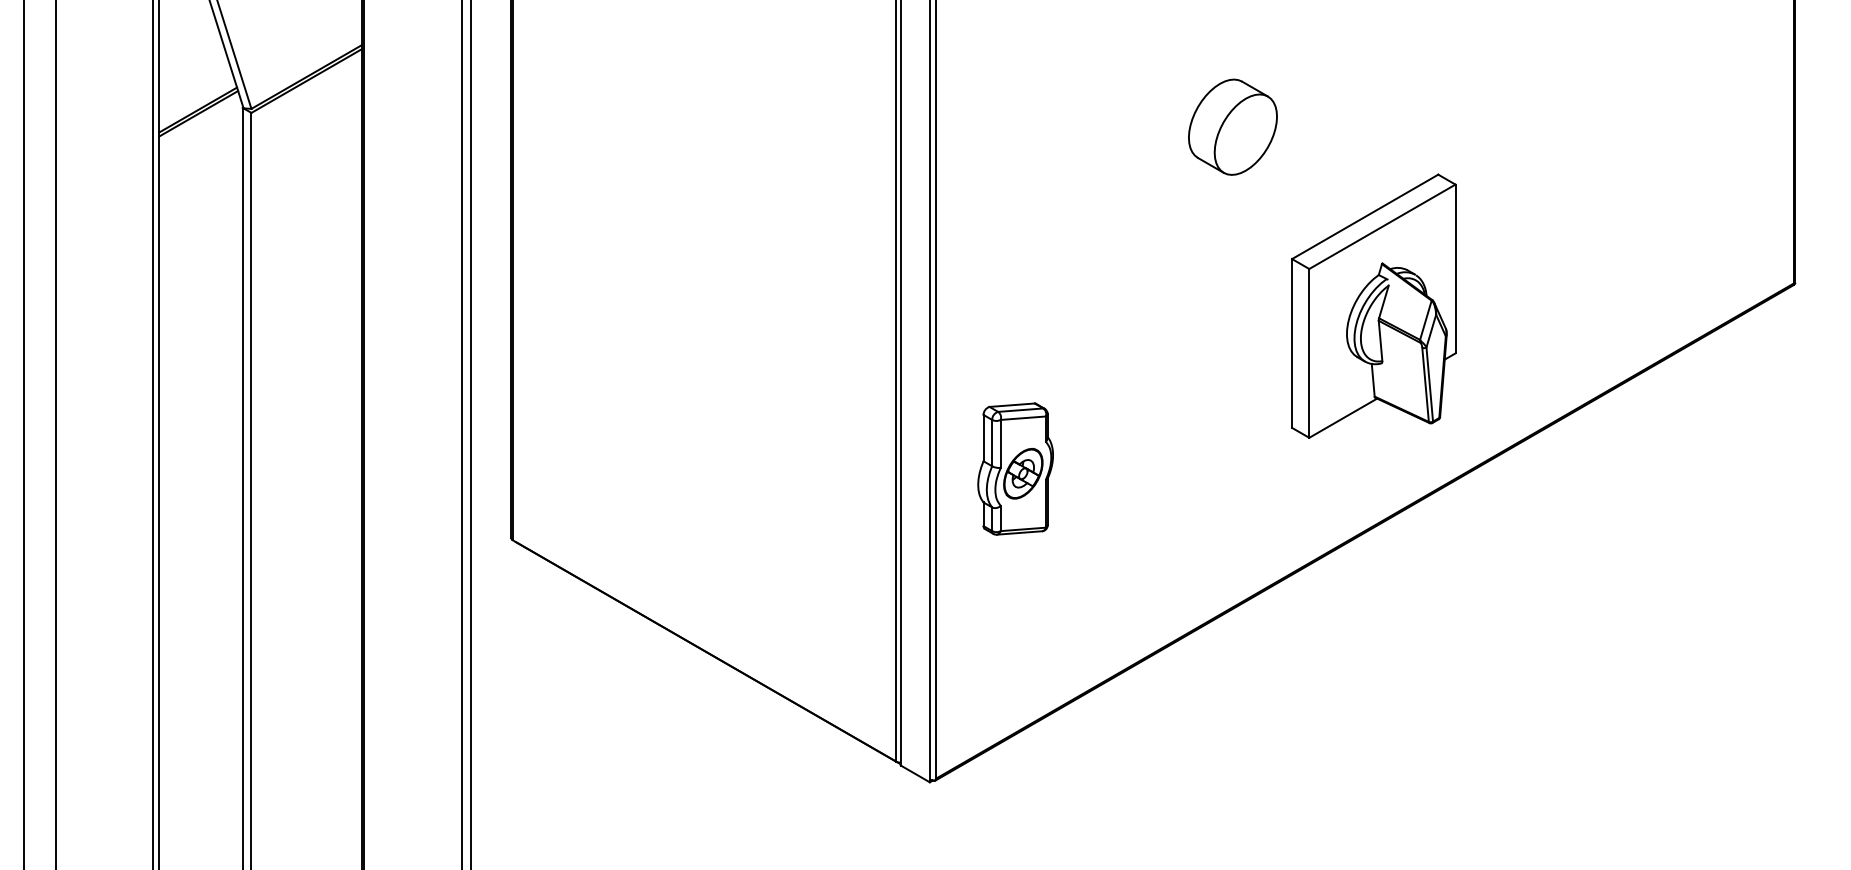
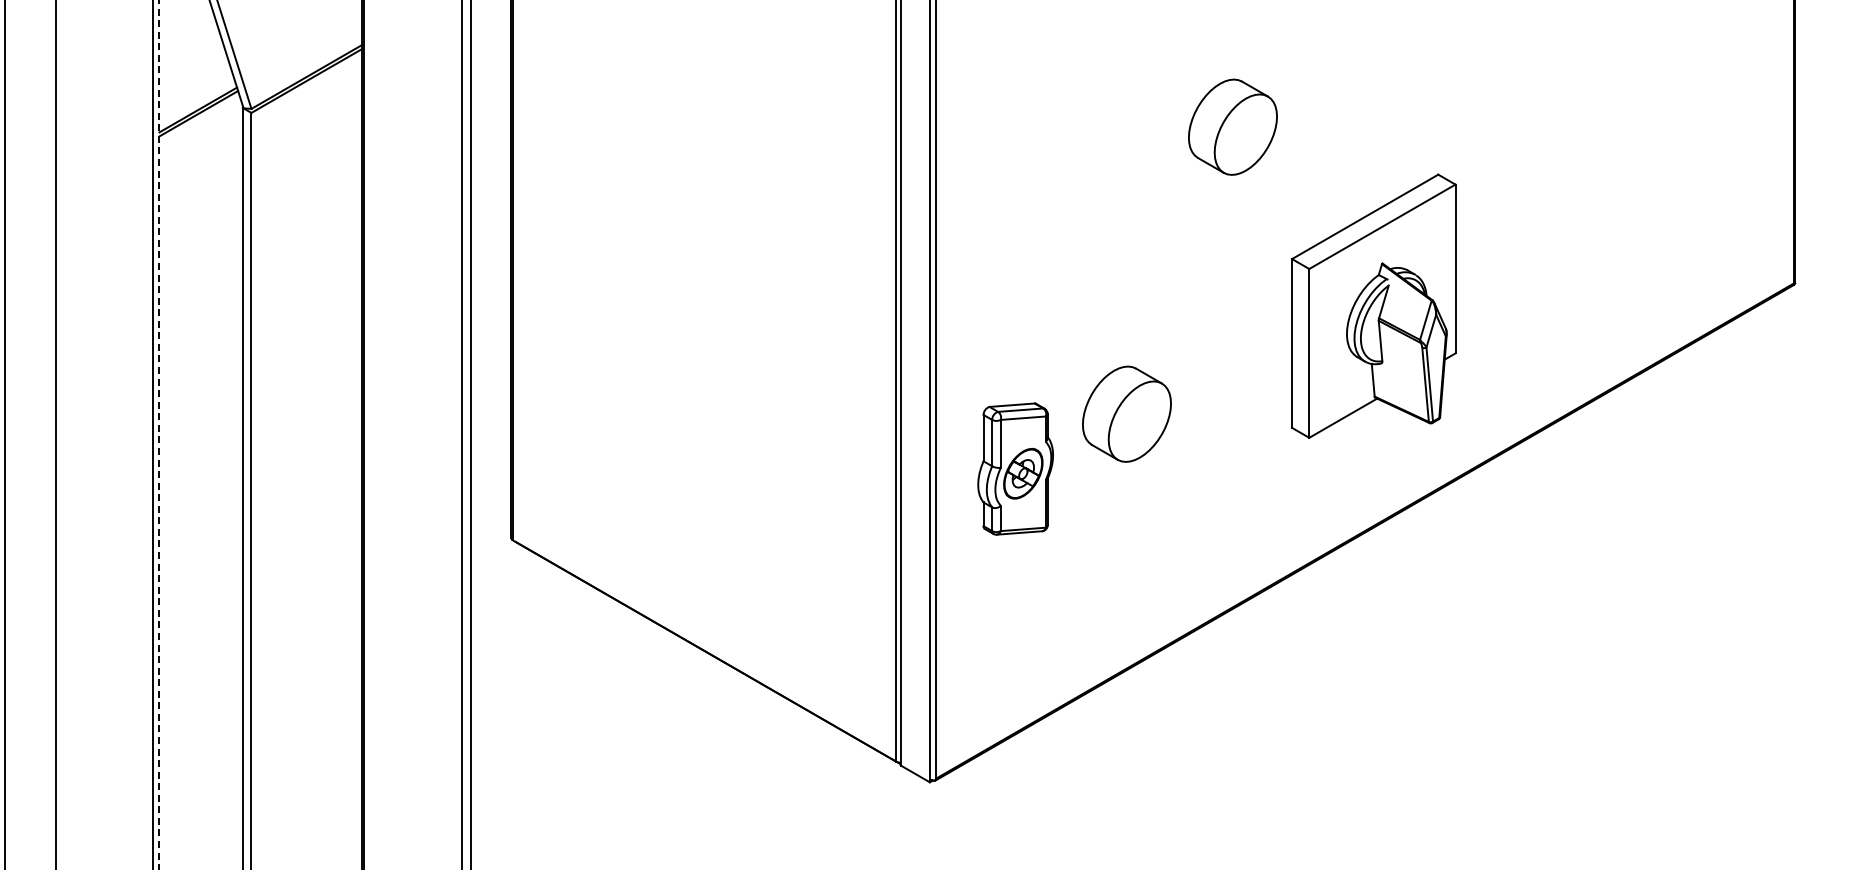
part at (1126, 413): none -> present
line at (23, 434) position: (23, 434) -> (4, 434)
line at (159, 434): solid -> dashed
